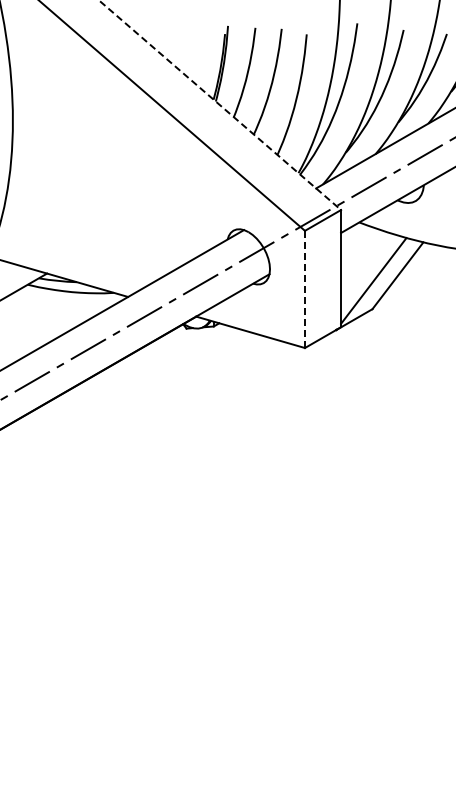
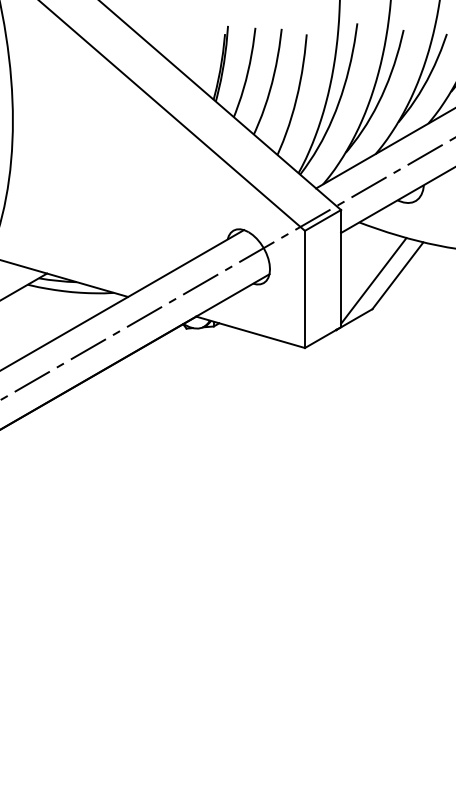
line at (220, 105): dashed -> solid
line at (304, 289): dashed -> solid
